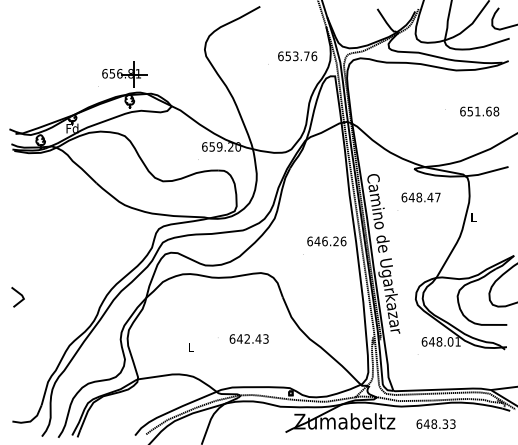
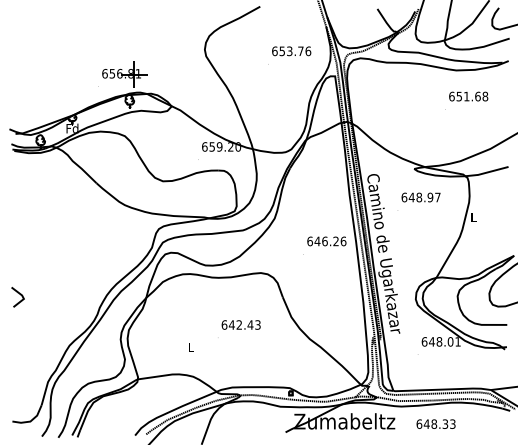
text at (297, 56) position: (297, 56) -> (291, 51)
text at (479, 111) position: (479, 111) -> (468, 96)
text at (430, 197): 648.47 -> 648.97
text at (248, 338) position: (248, 338) -> (240, 324)
